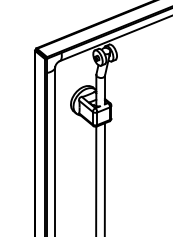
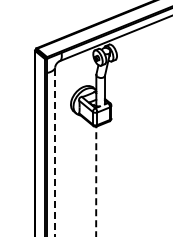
line at (55, 151): solid -> dashed
line at (104, 178): present -> none
line at (96, 181): solid -> dashed
